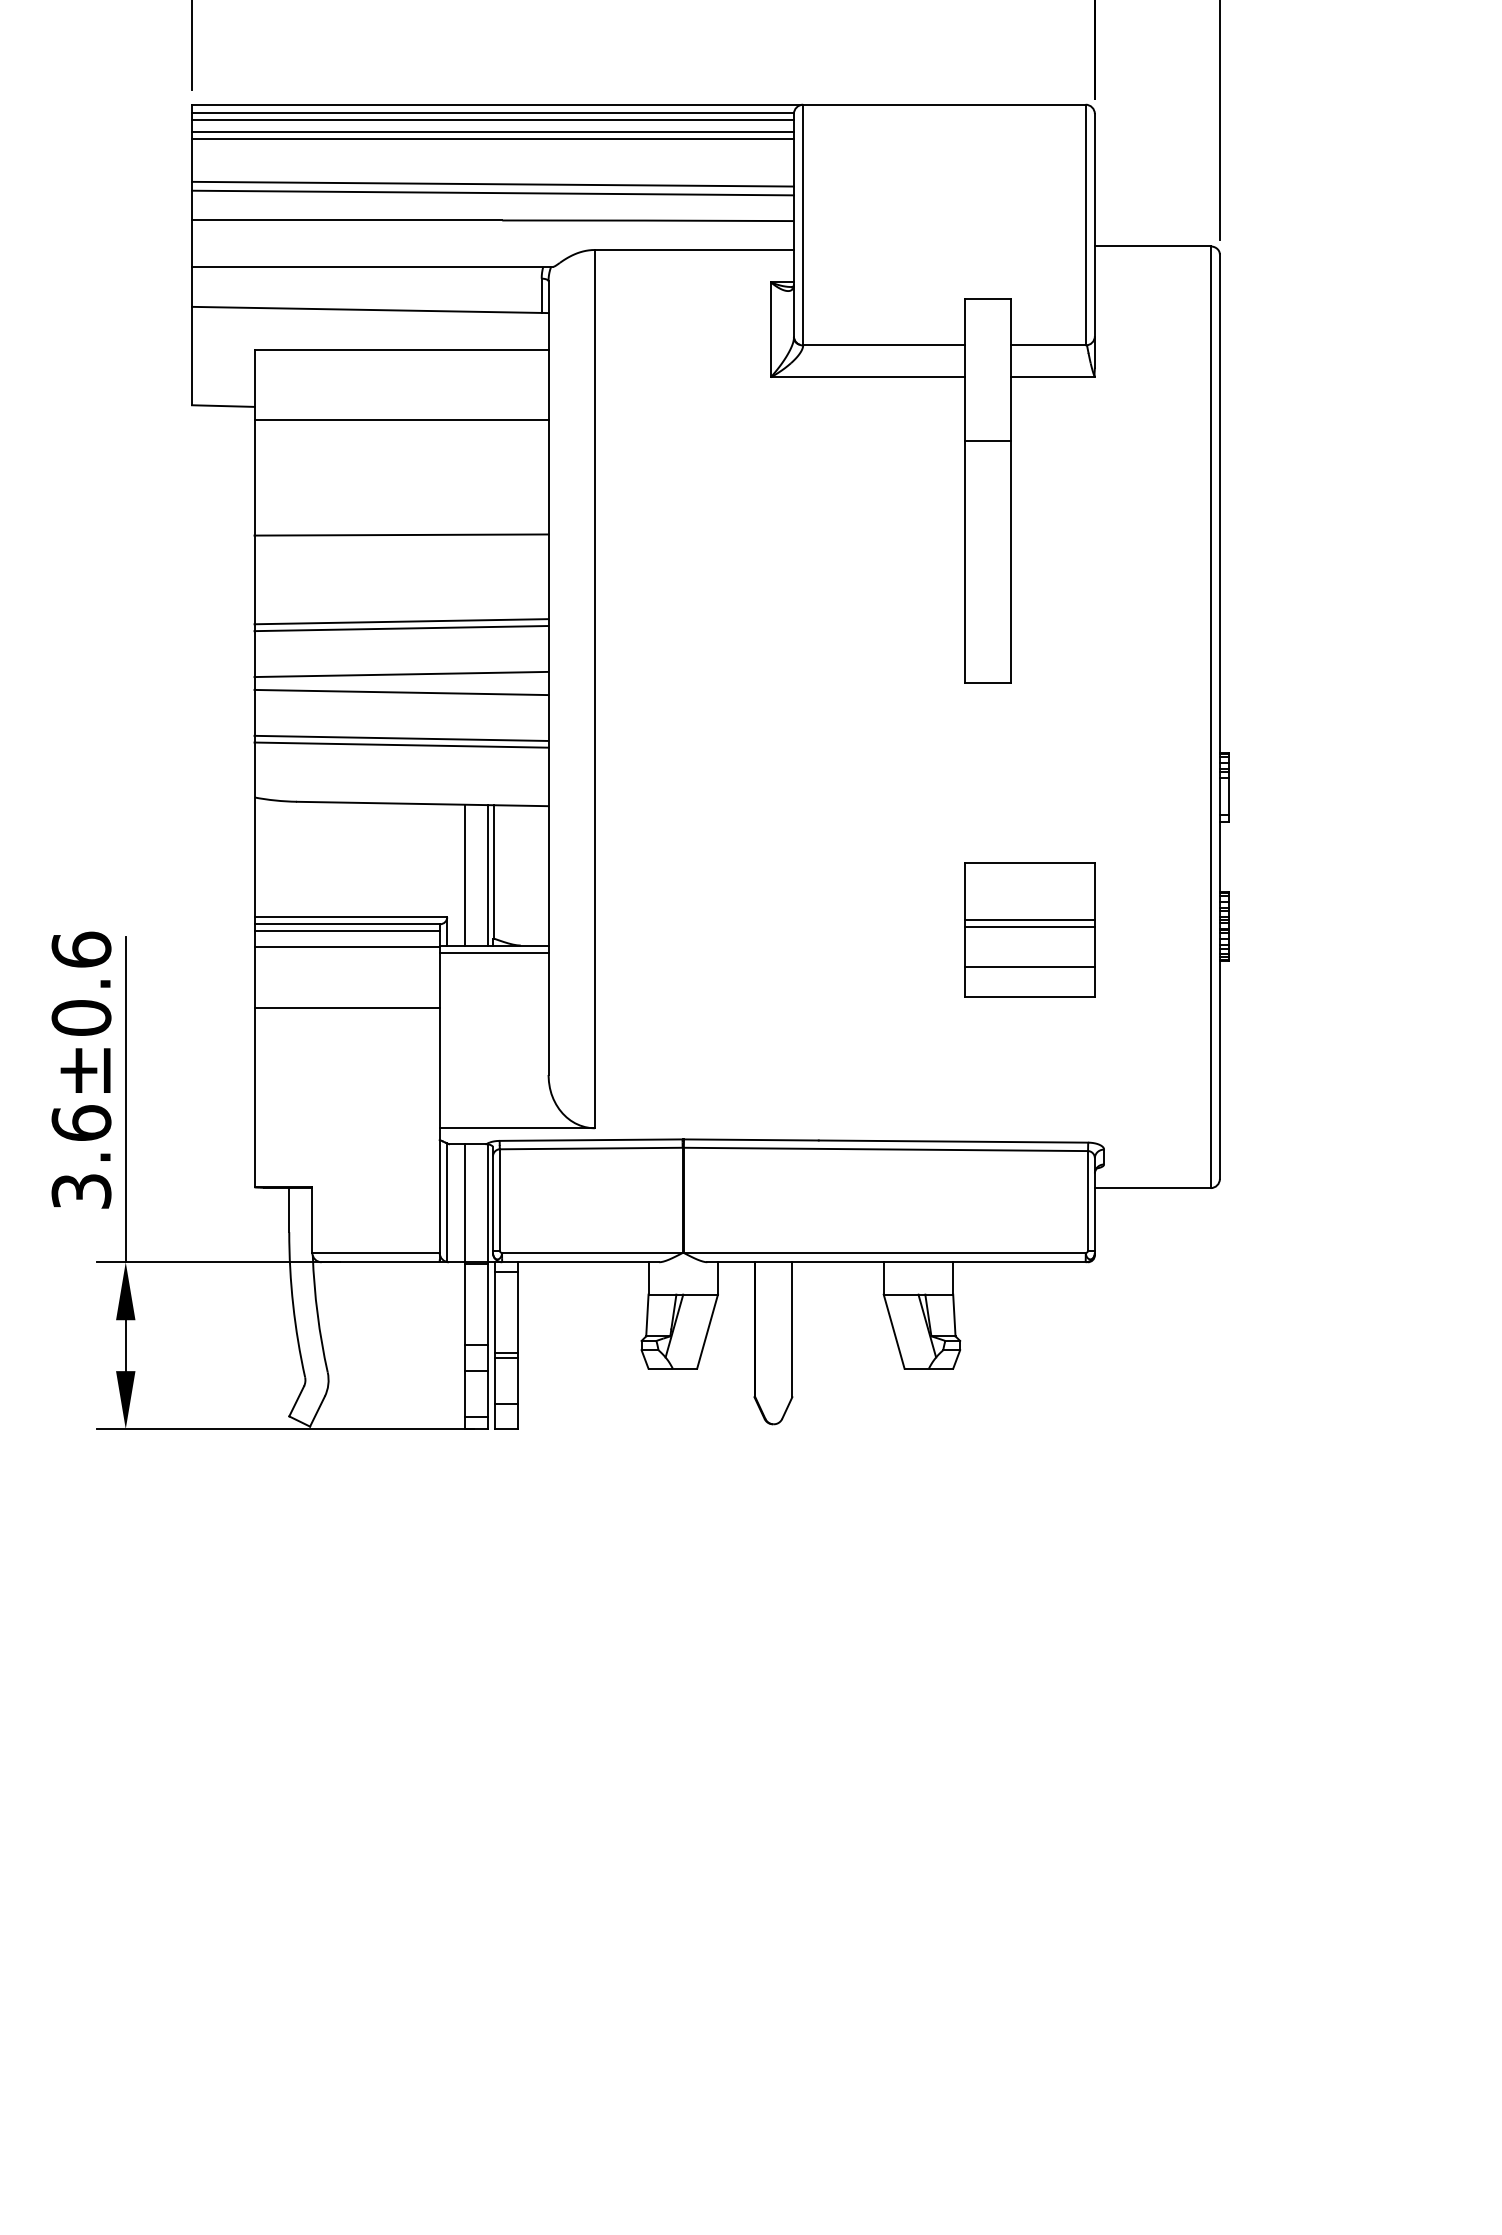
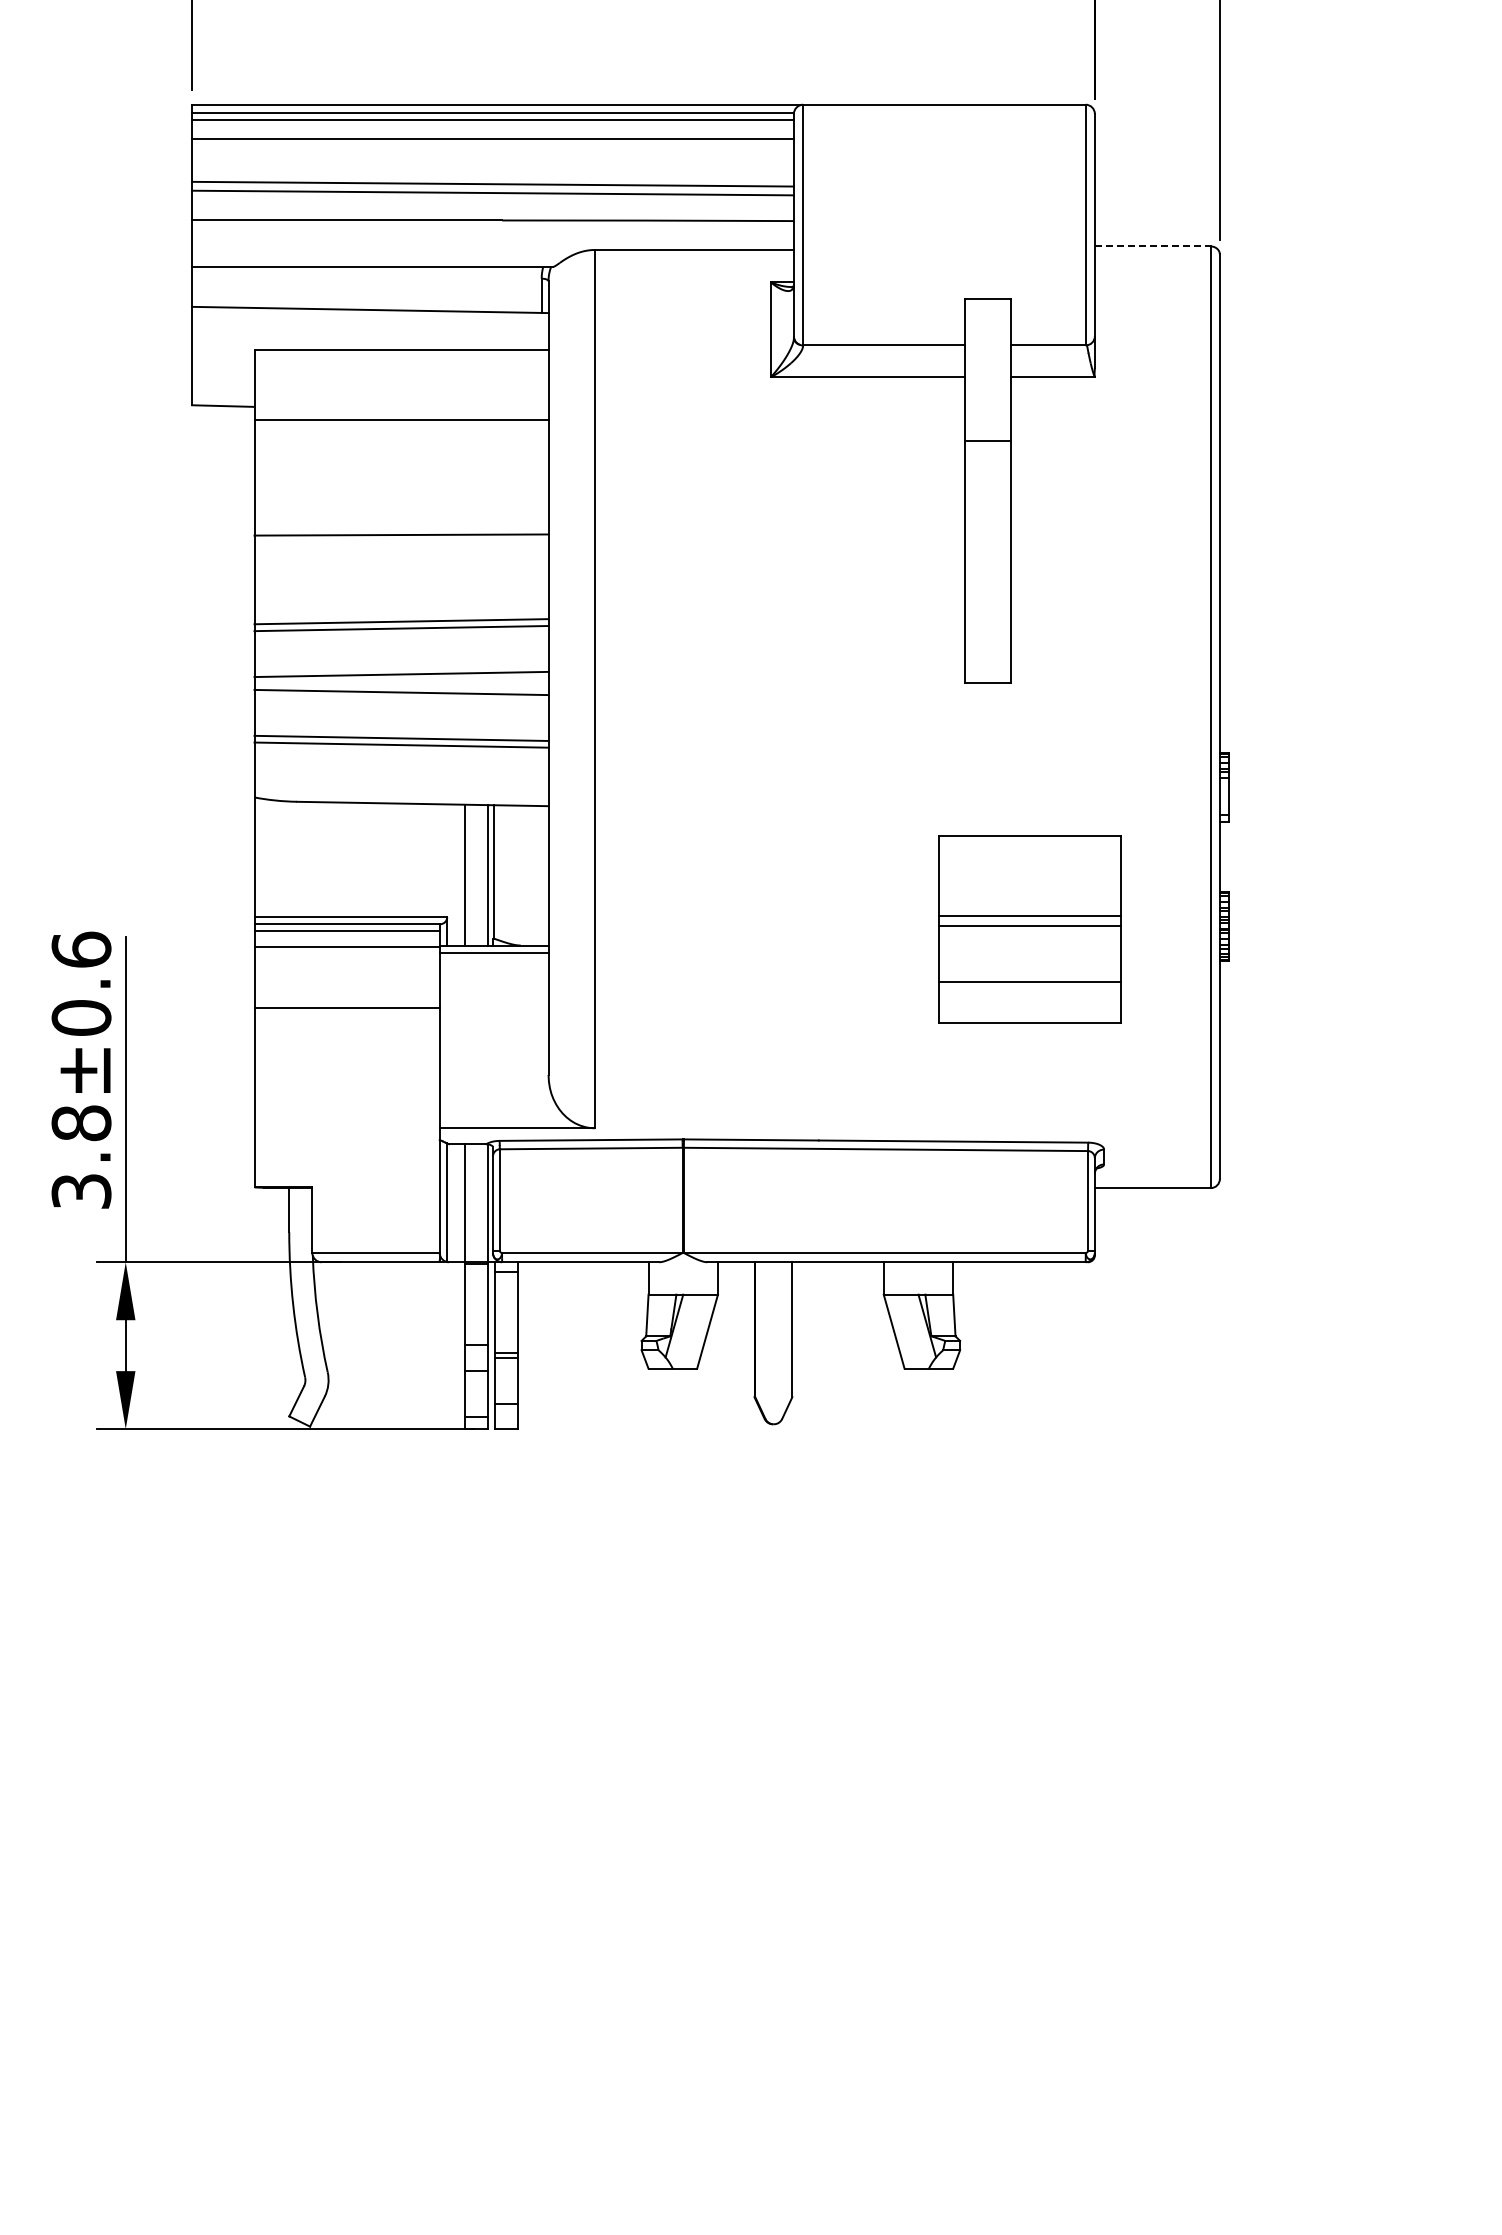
line at (492, 132): present -> none
line at (1152, 246): solid -> dashed
part at (1029, 929) size: 132x136 px -> 184x189 px
text at (81, 1123): 3.6±0.6 -> 3.8±0.6
